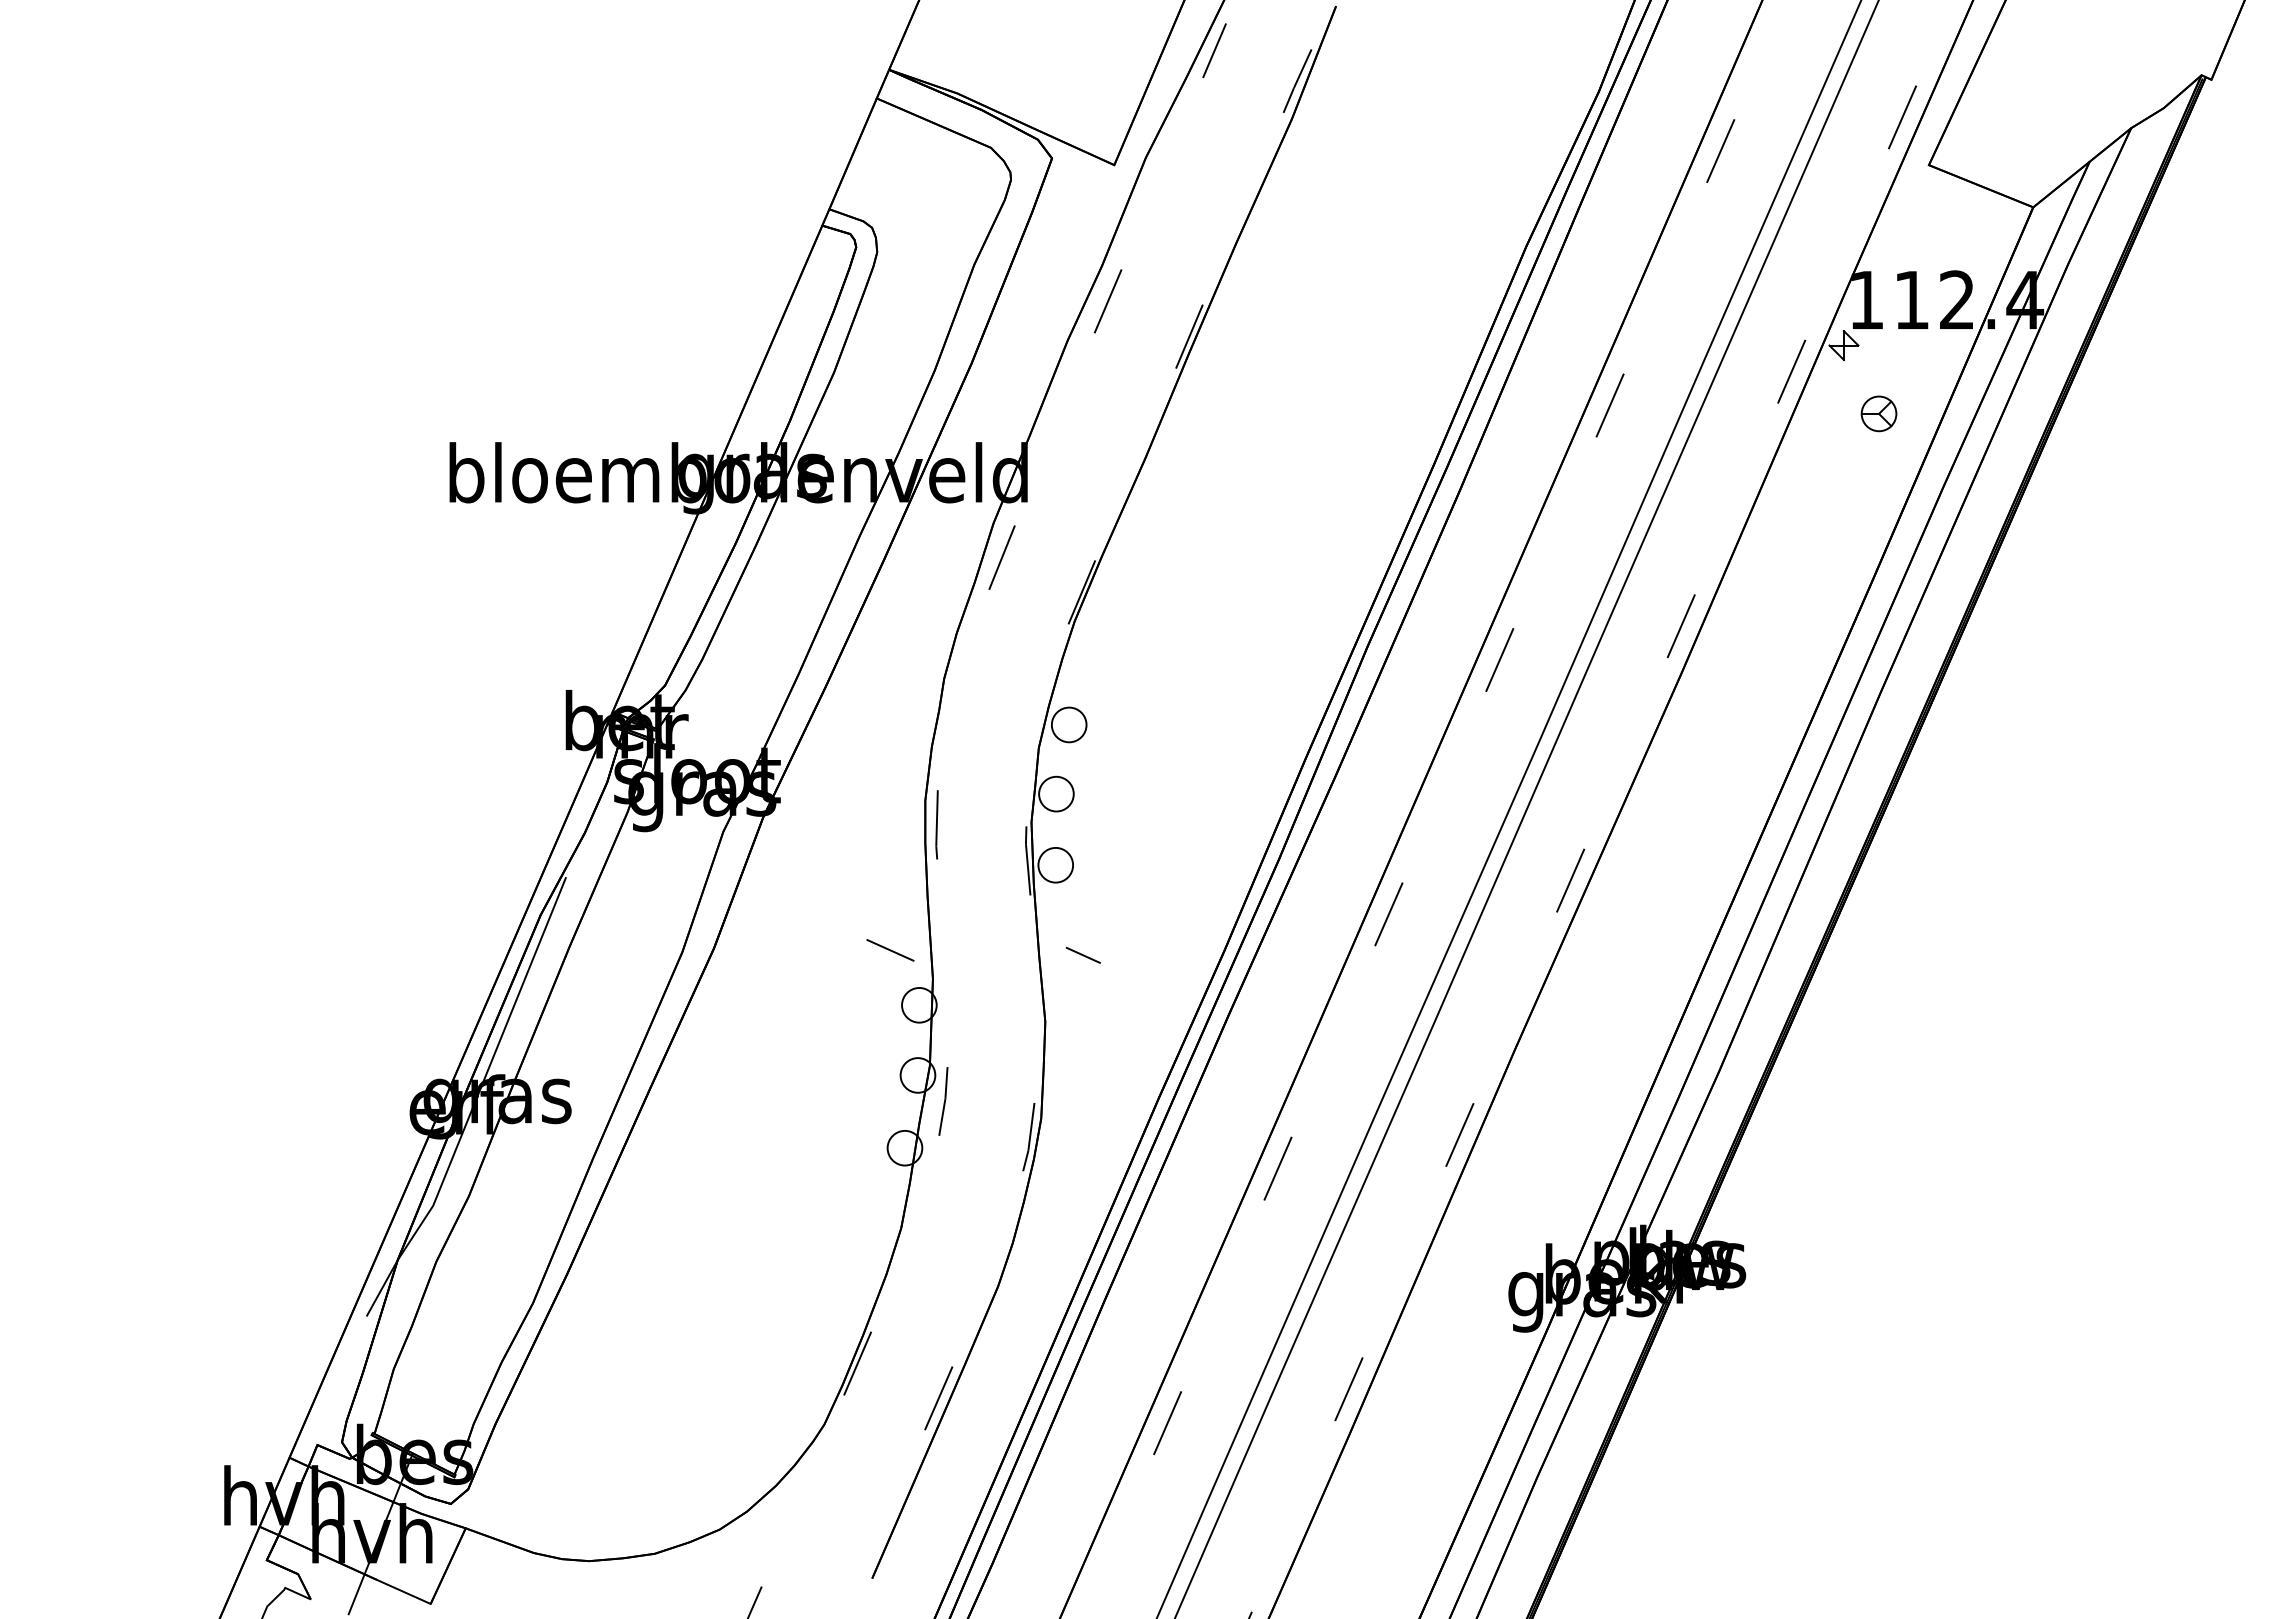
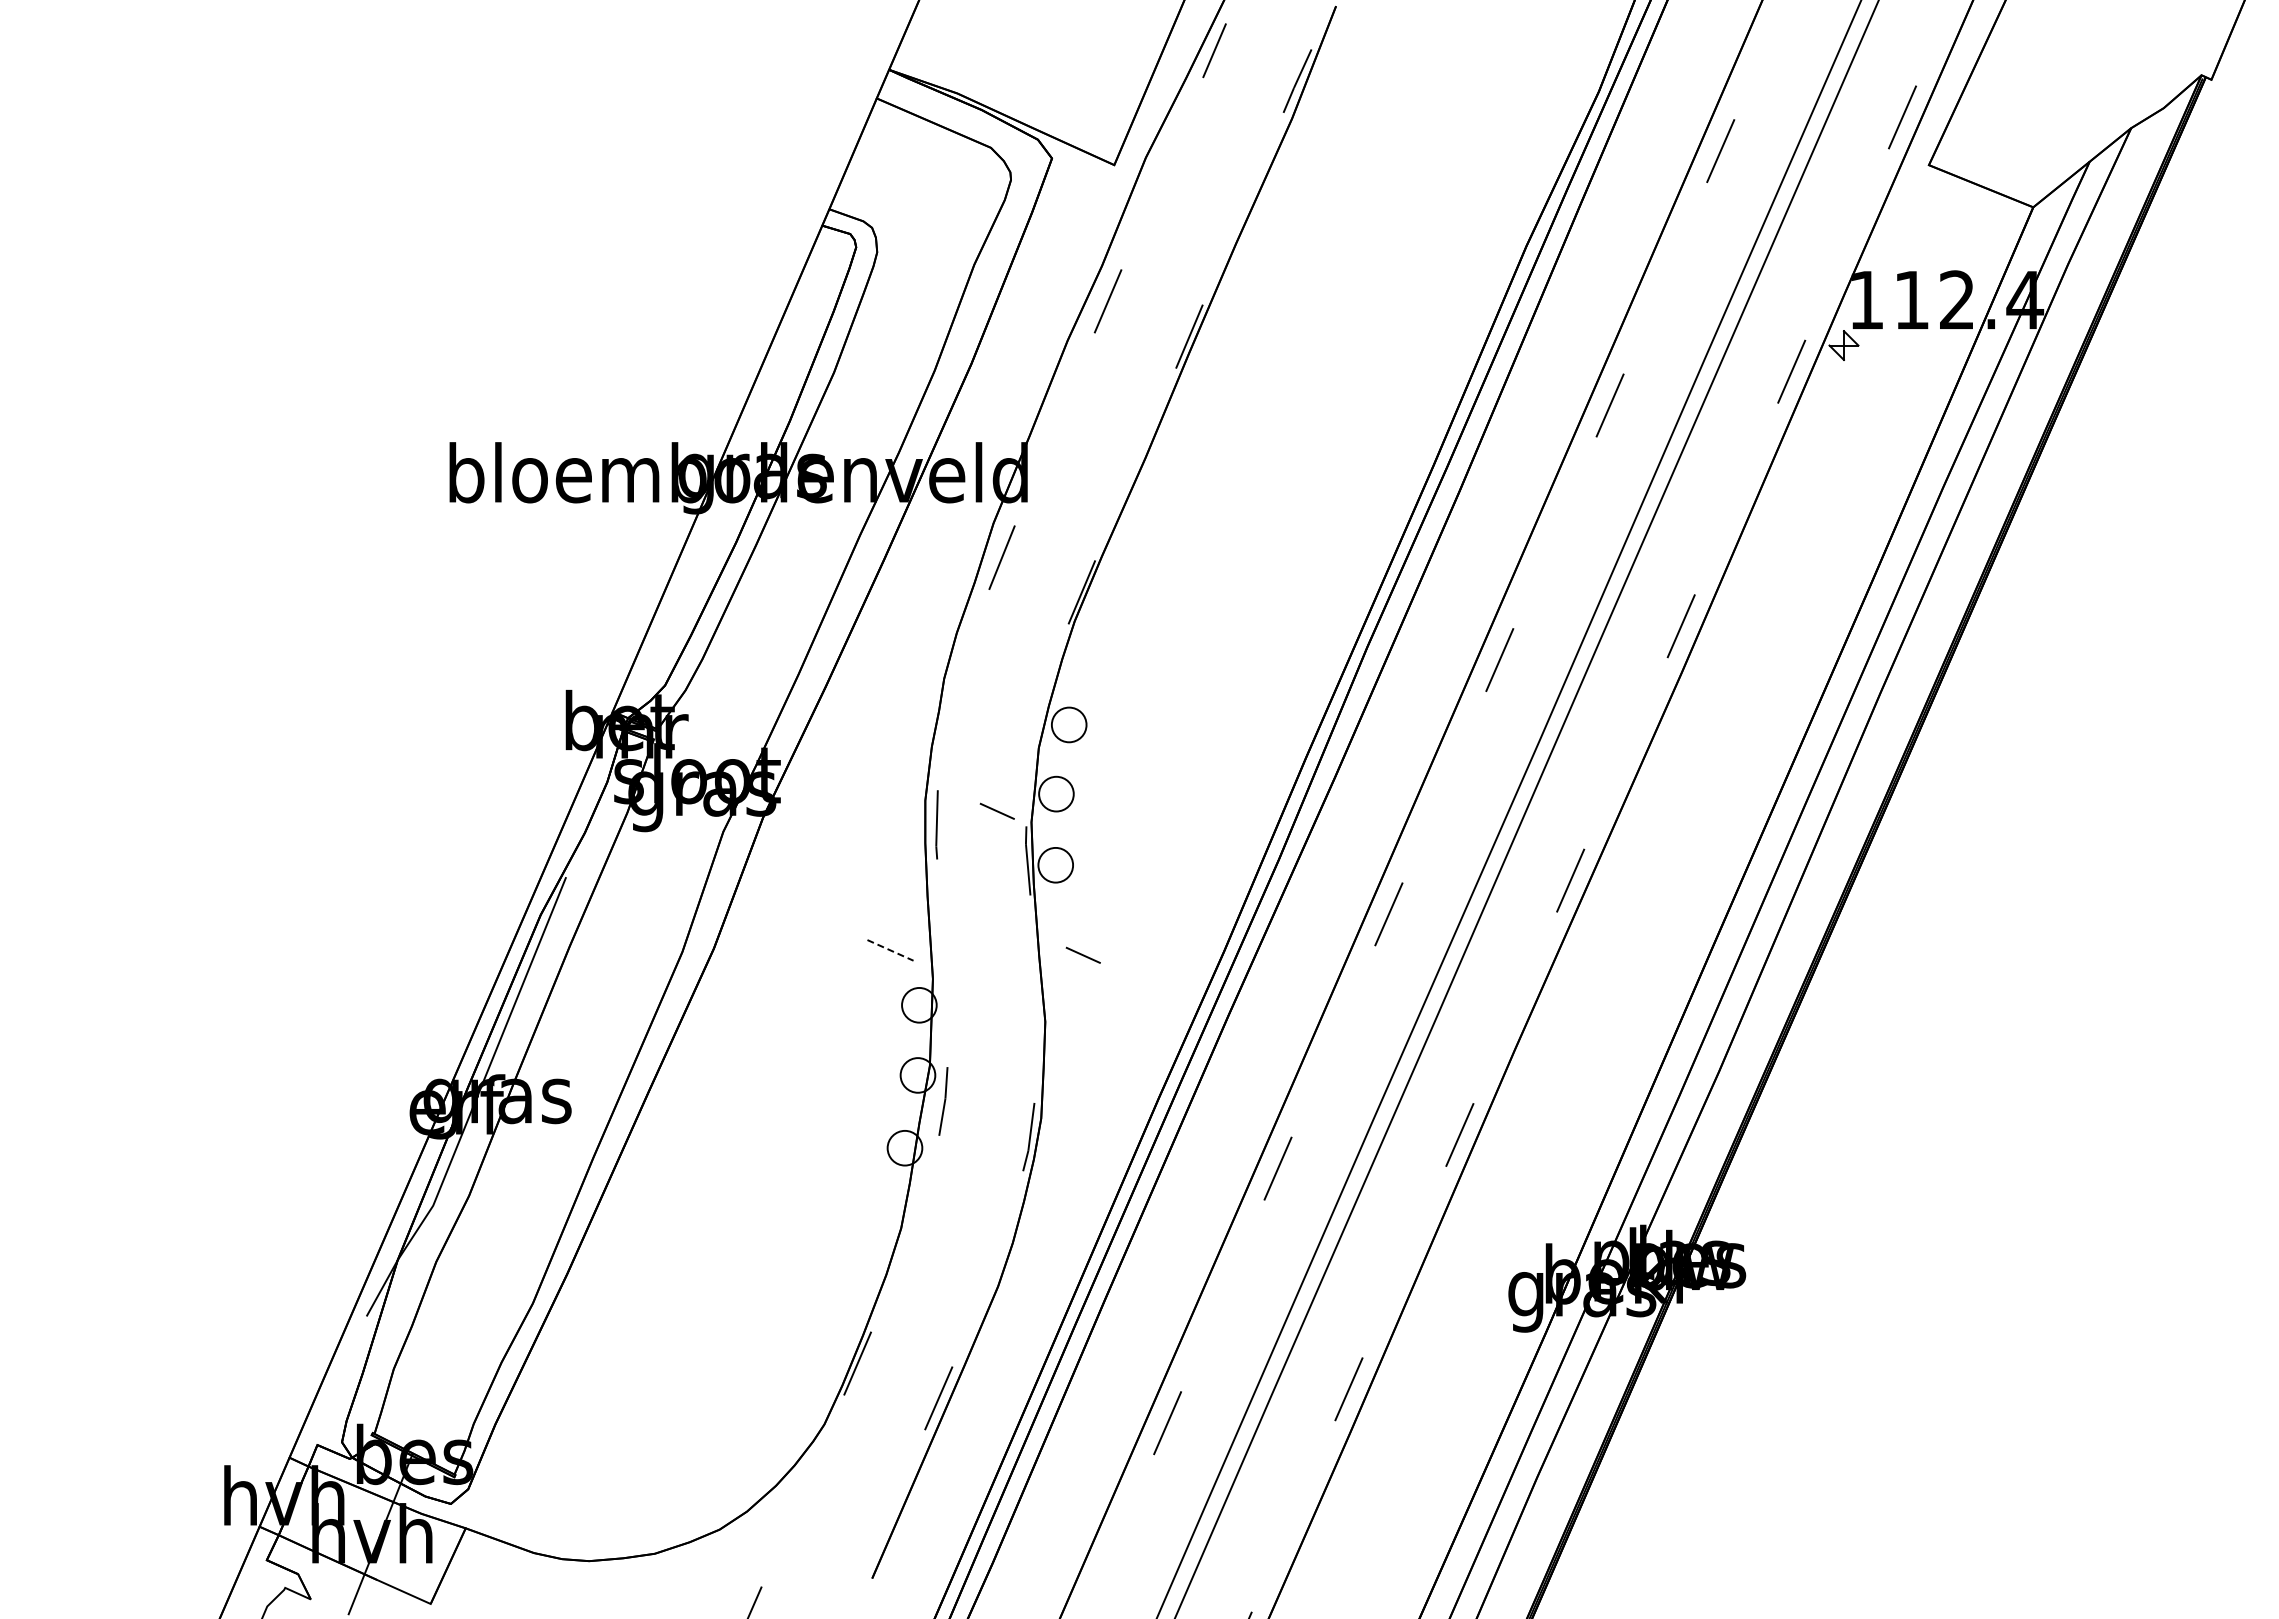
part at (1878, 413): present -> none
line at (996, 810): none -> present
line at (890, 950): solid -> dashed
